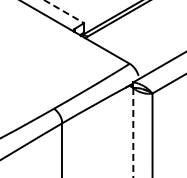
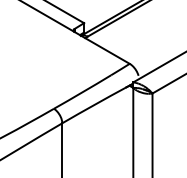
line at (64, 11): dashed -> solid
line at (133, 132): dashed -> solid
